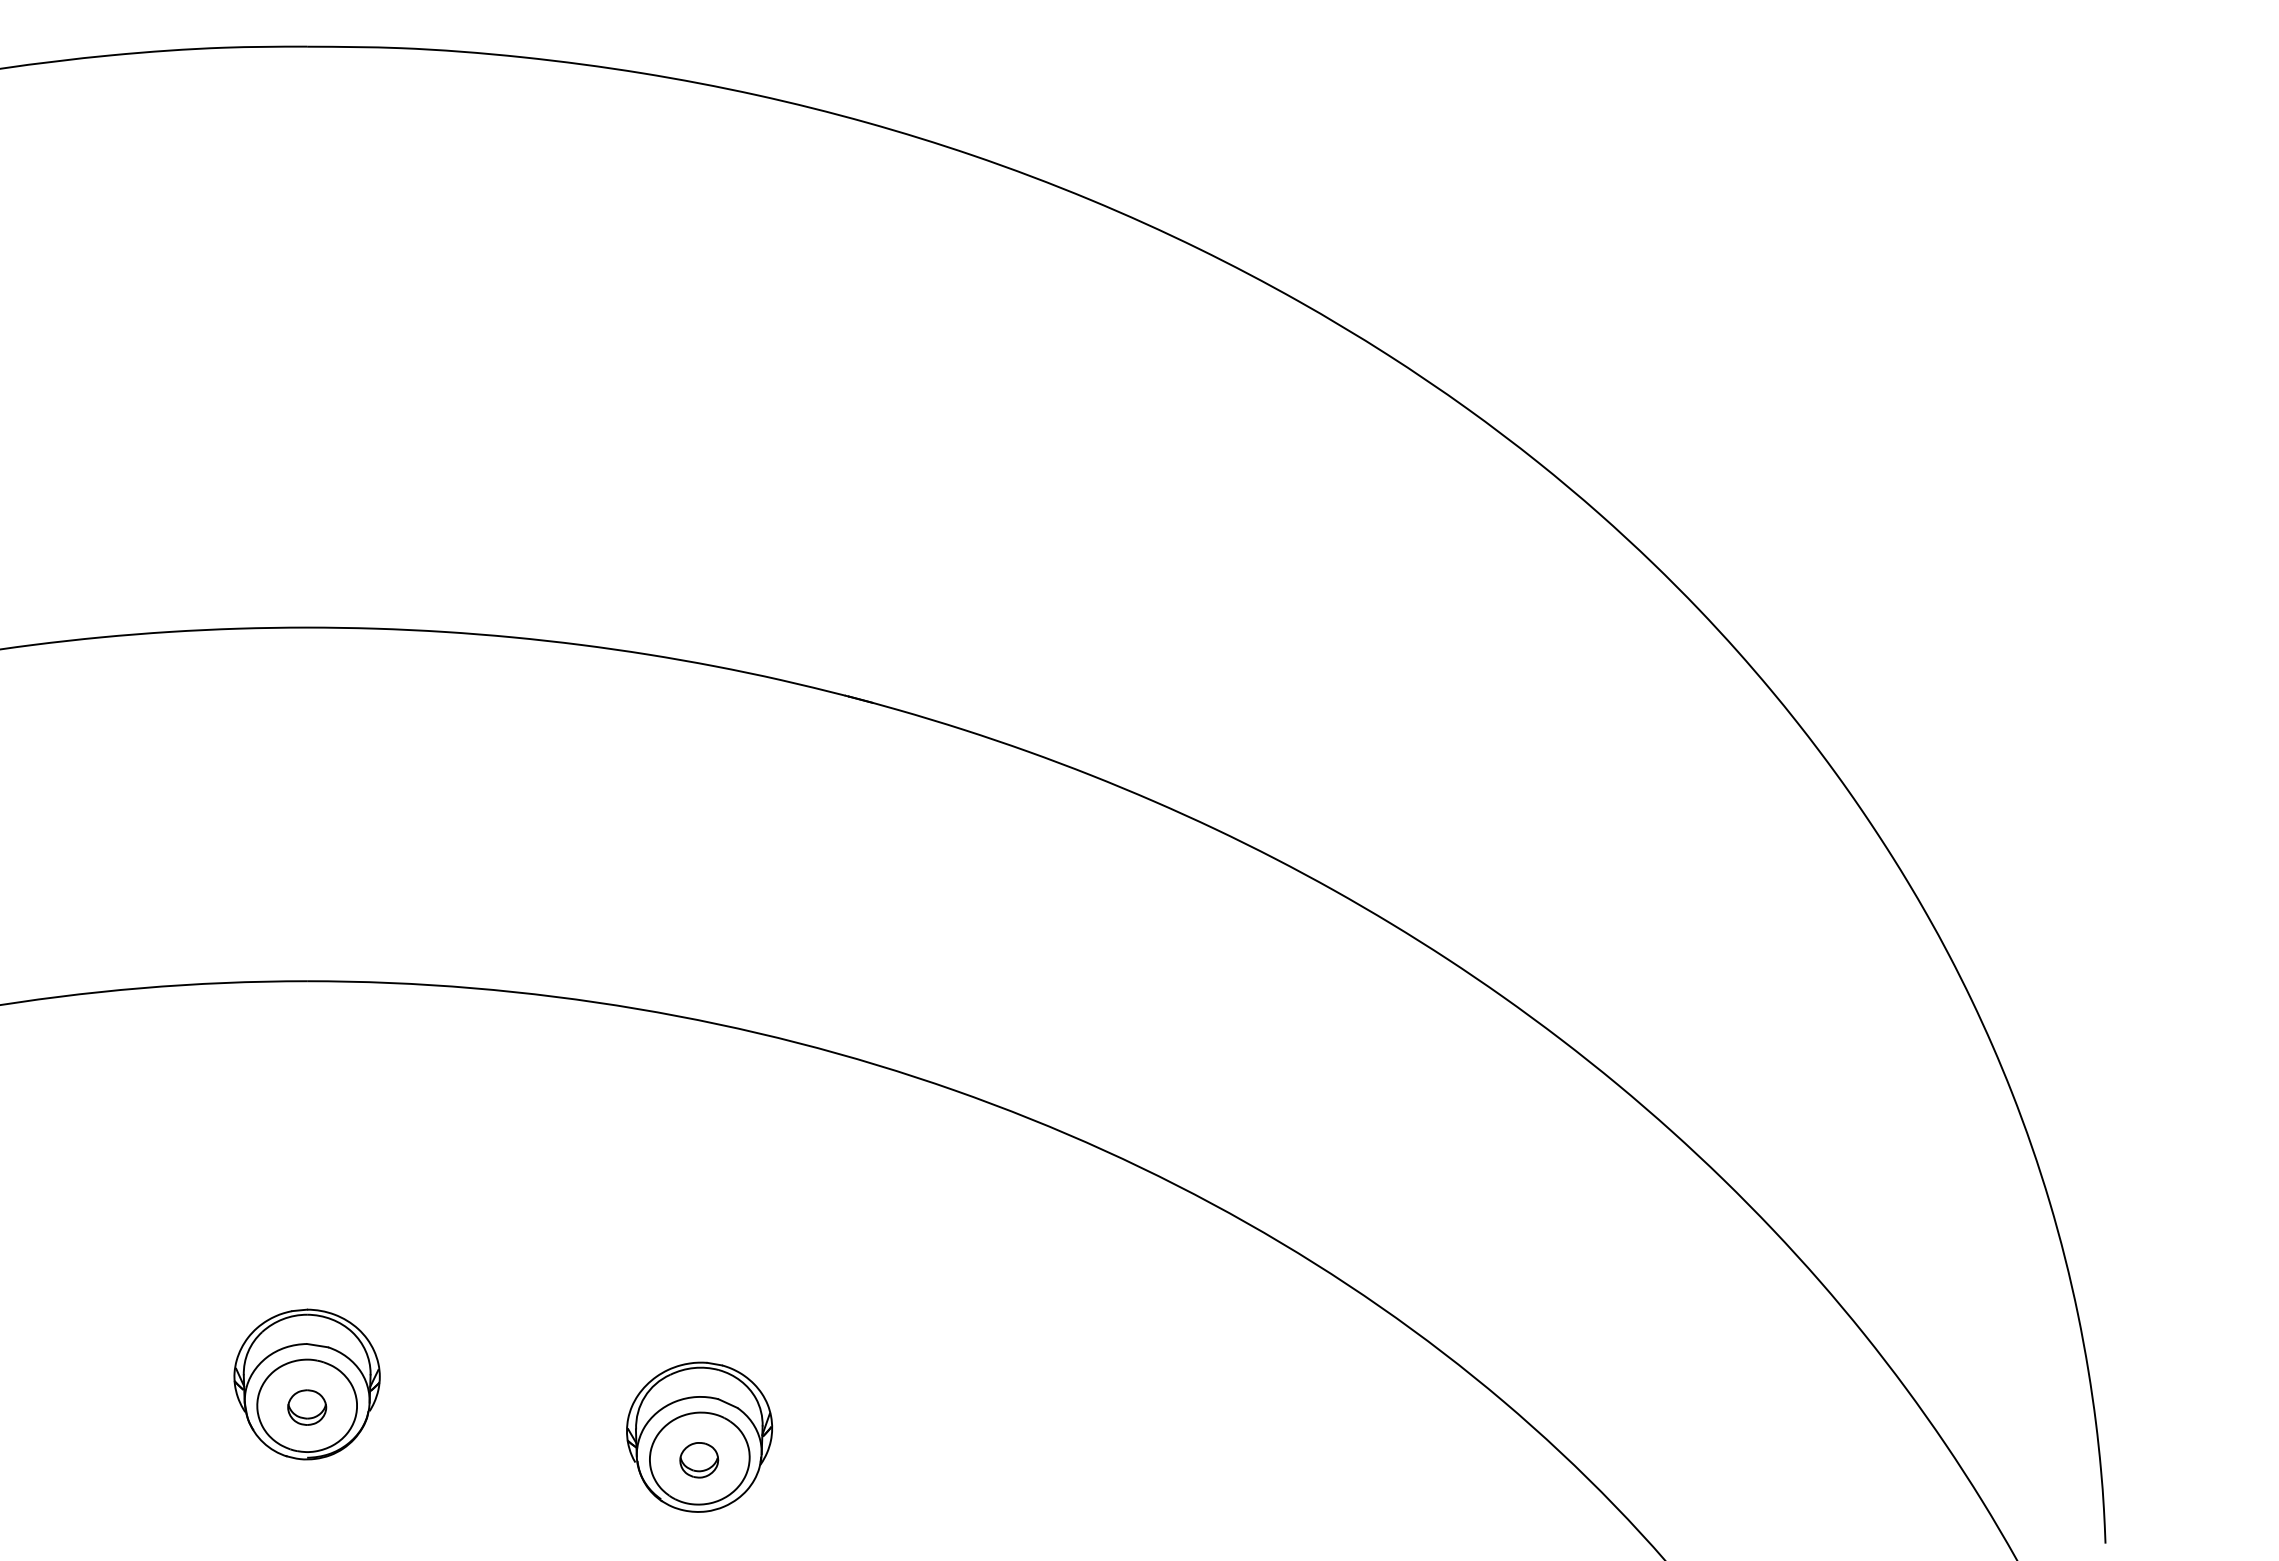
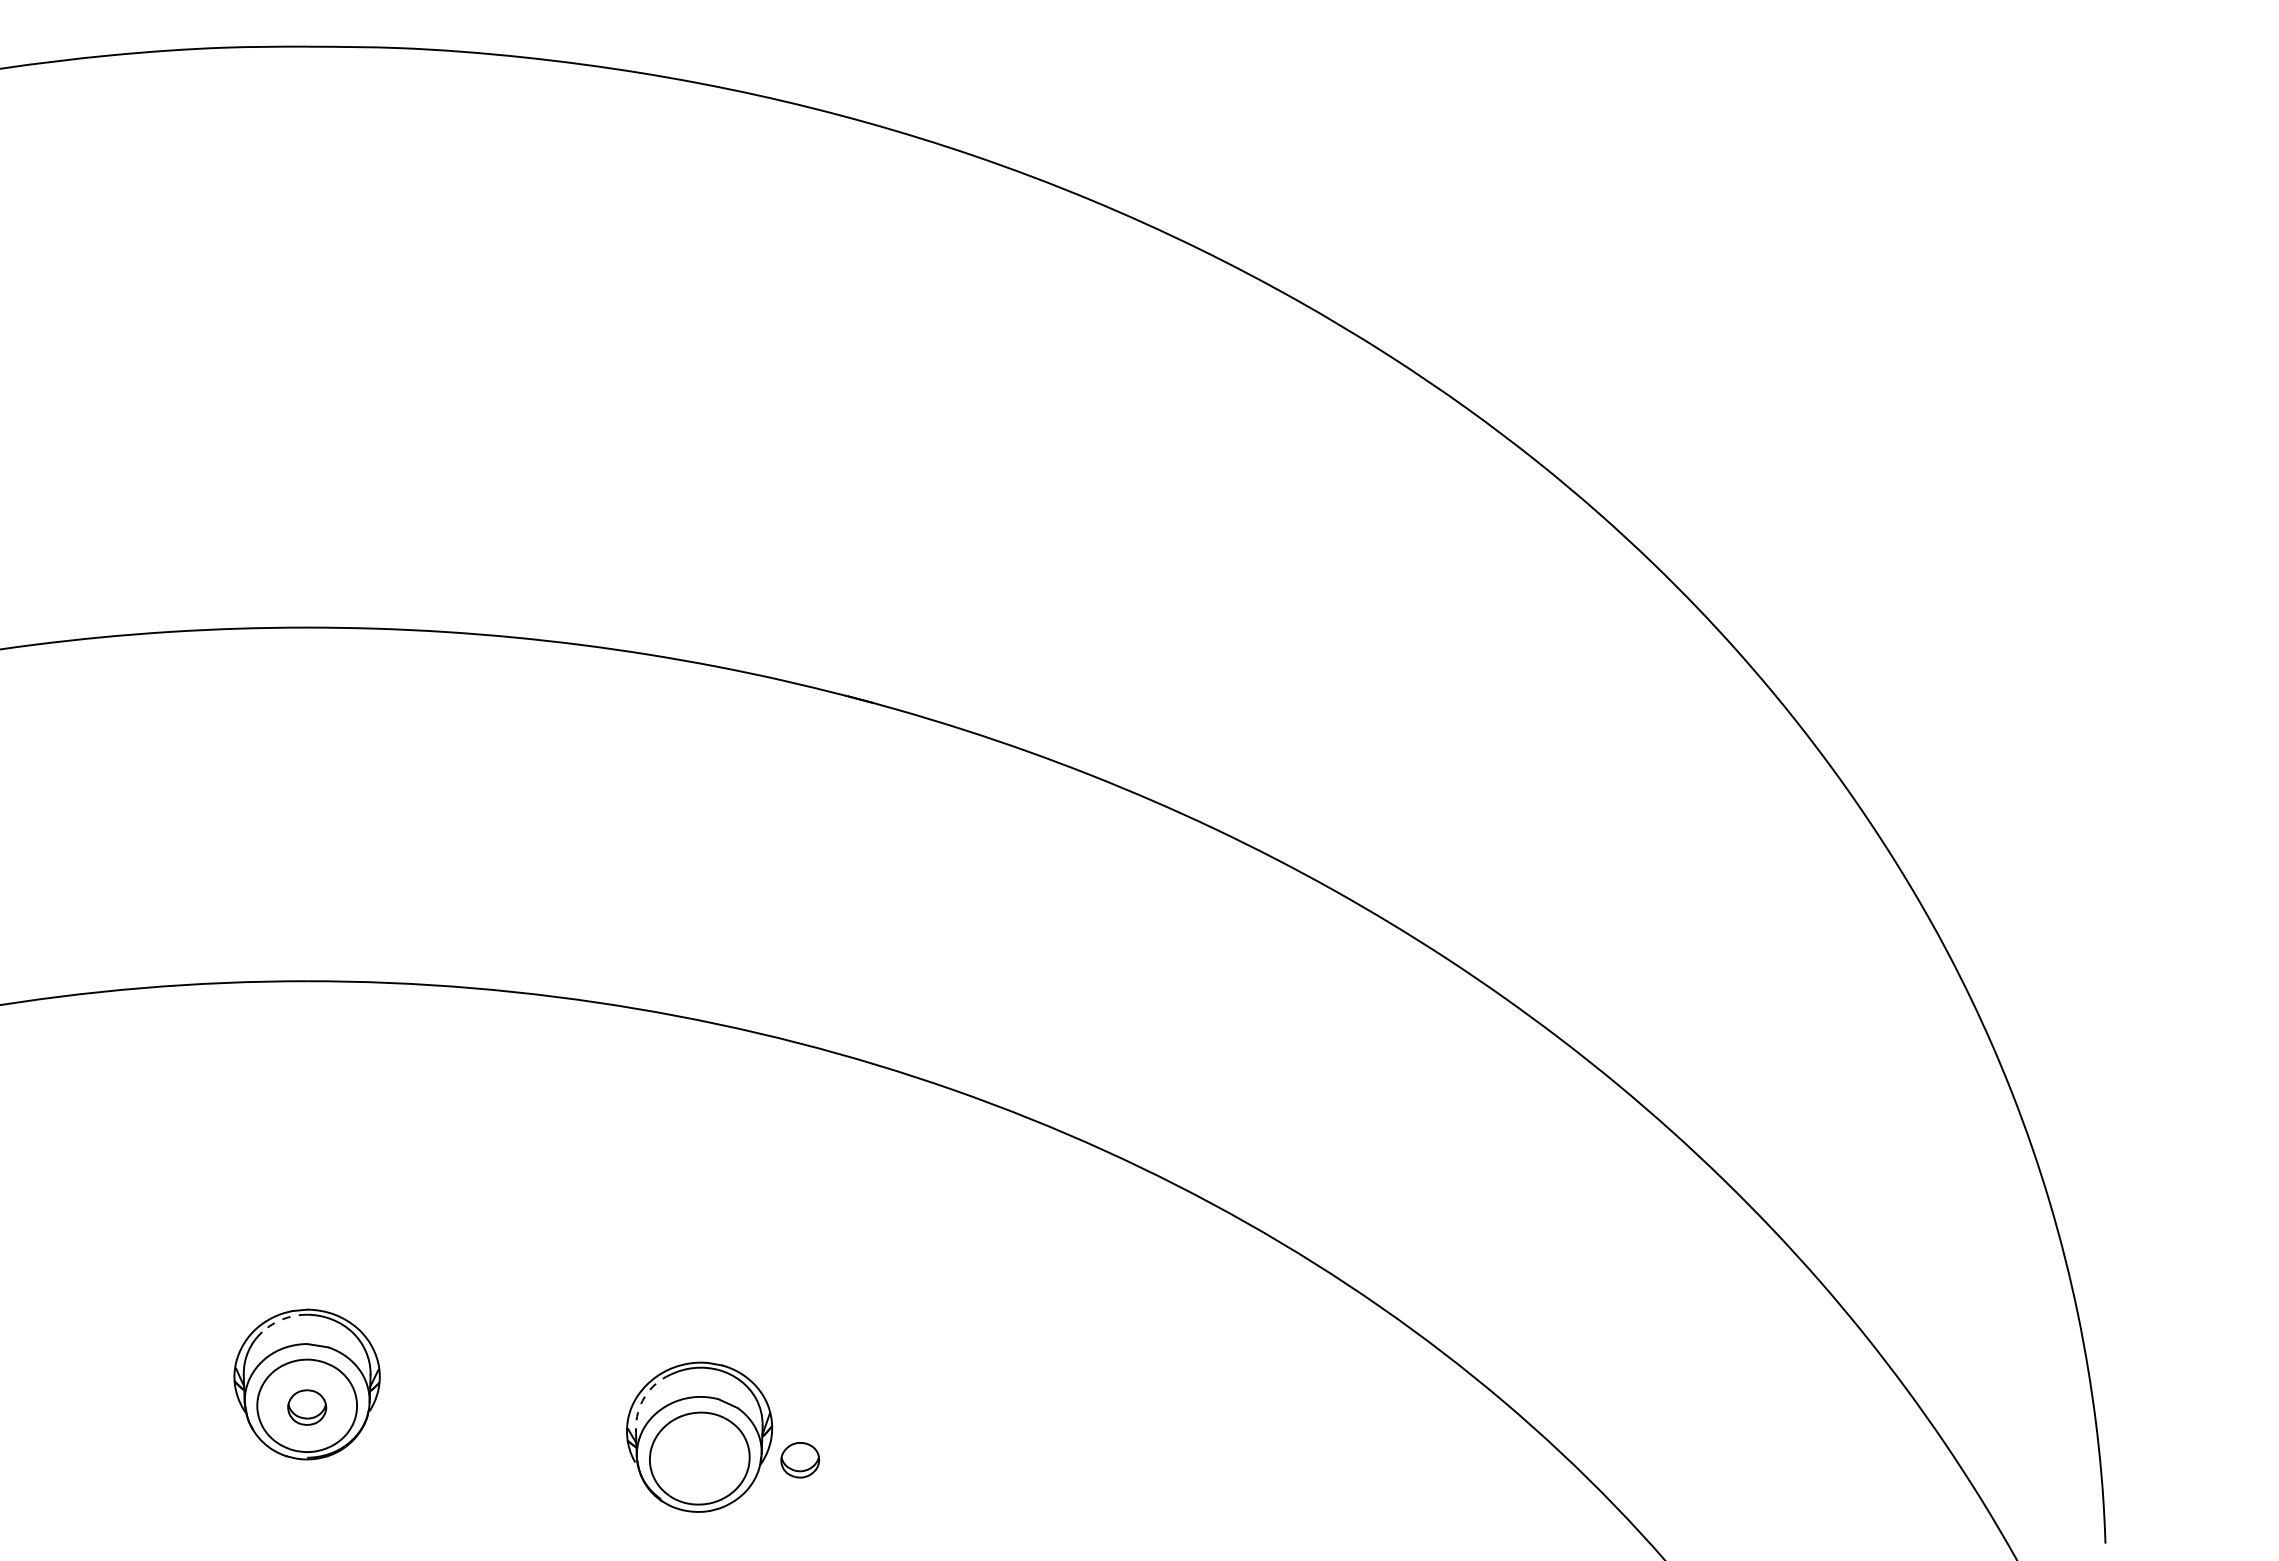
arc at (283, 1319): solid -> dashed
arc at (644, 1396): solid -> dashed
part at (699, 1460) position: (699, 1460) -> (800, 1460)
